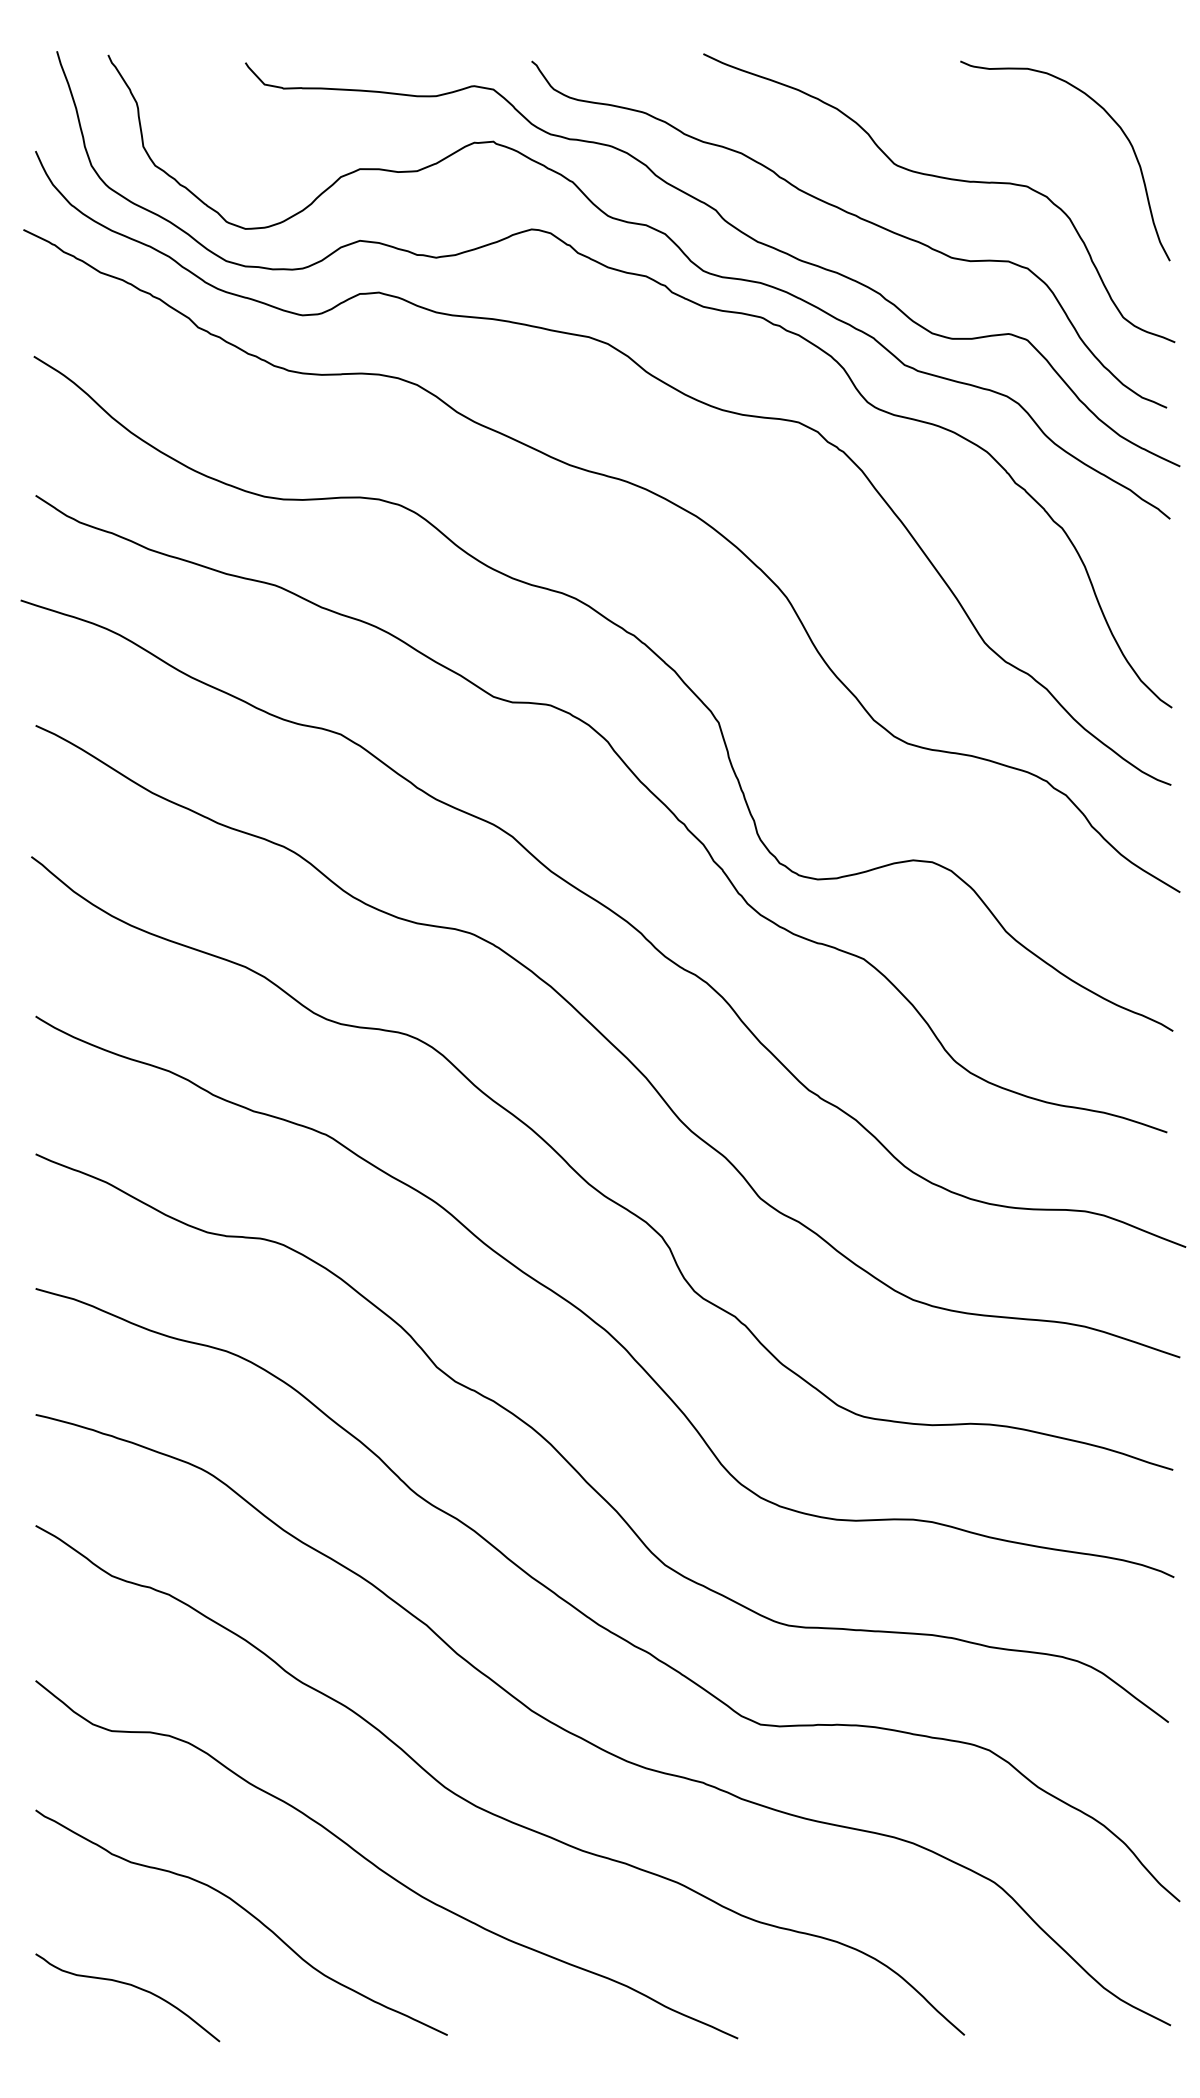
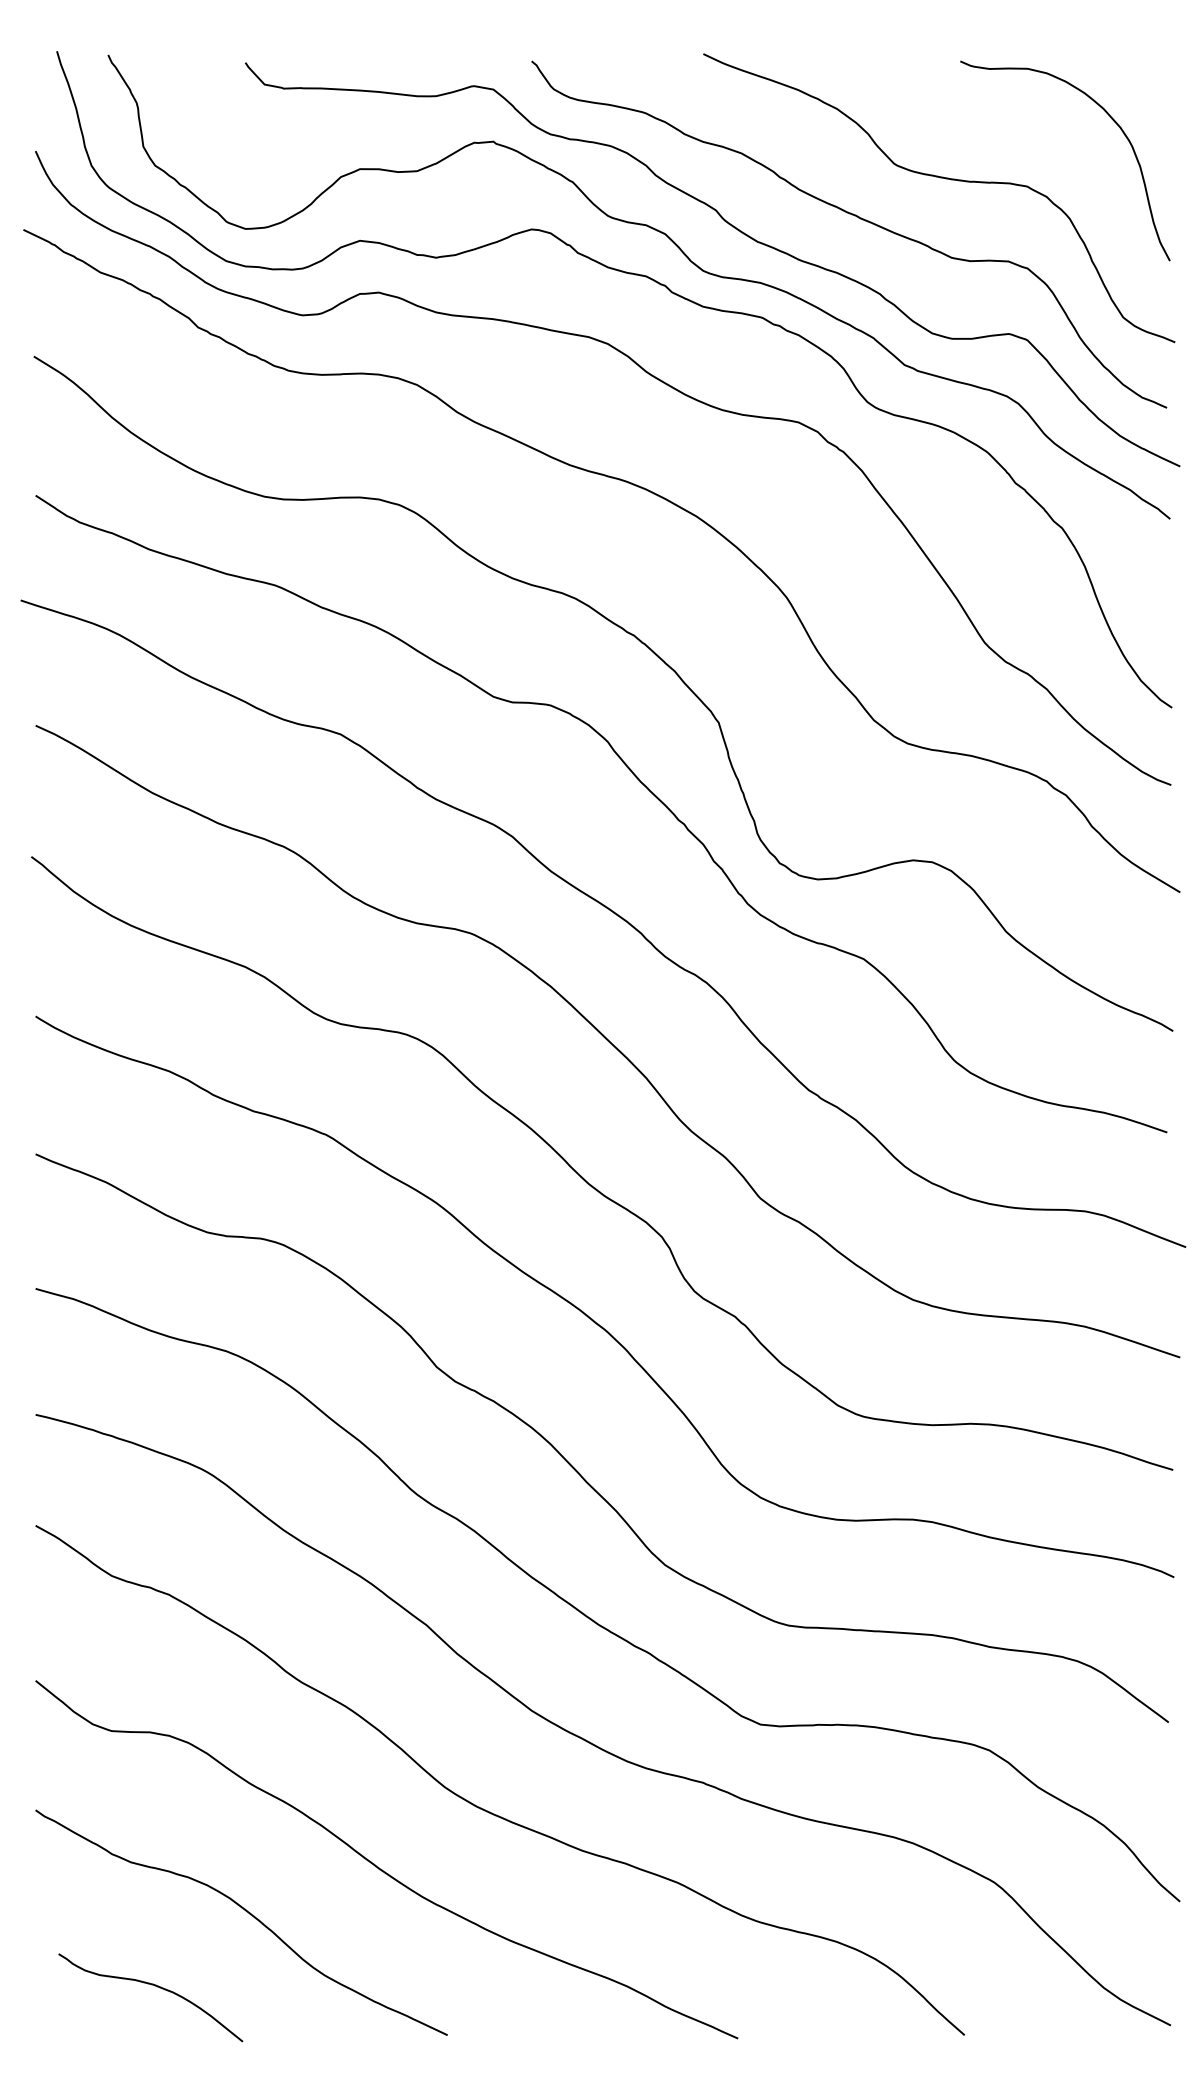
curve at (128, 1985) position: (128, 1985) -> (151, 1985)
